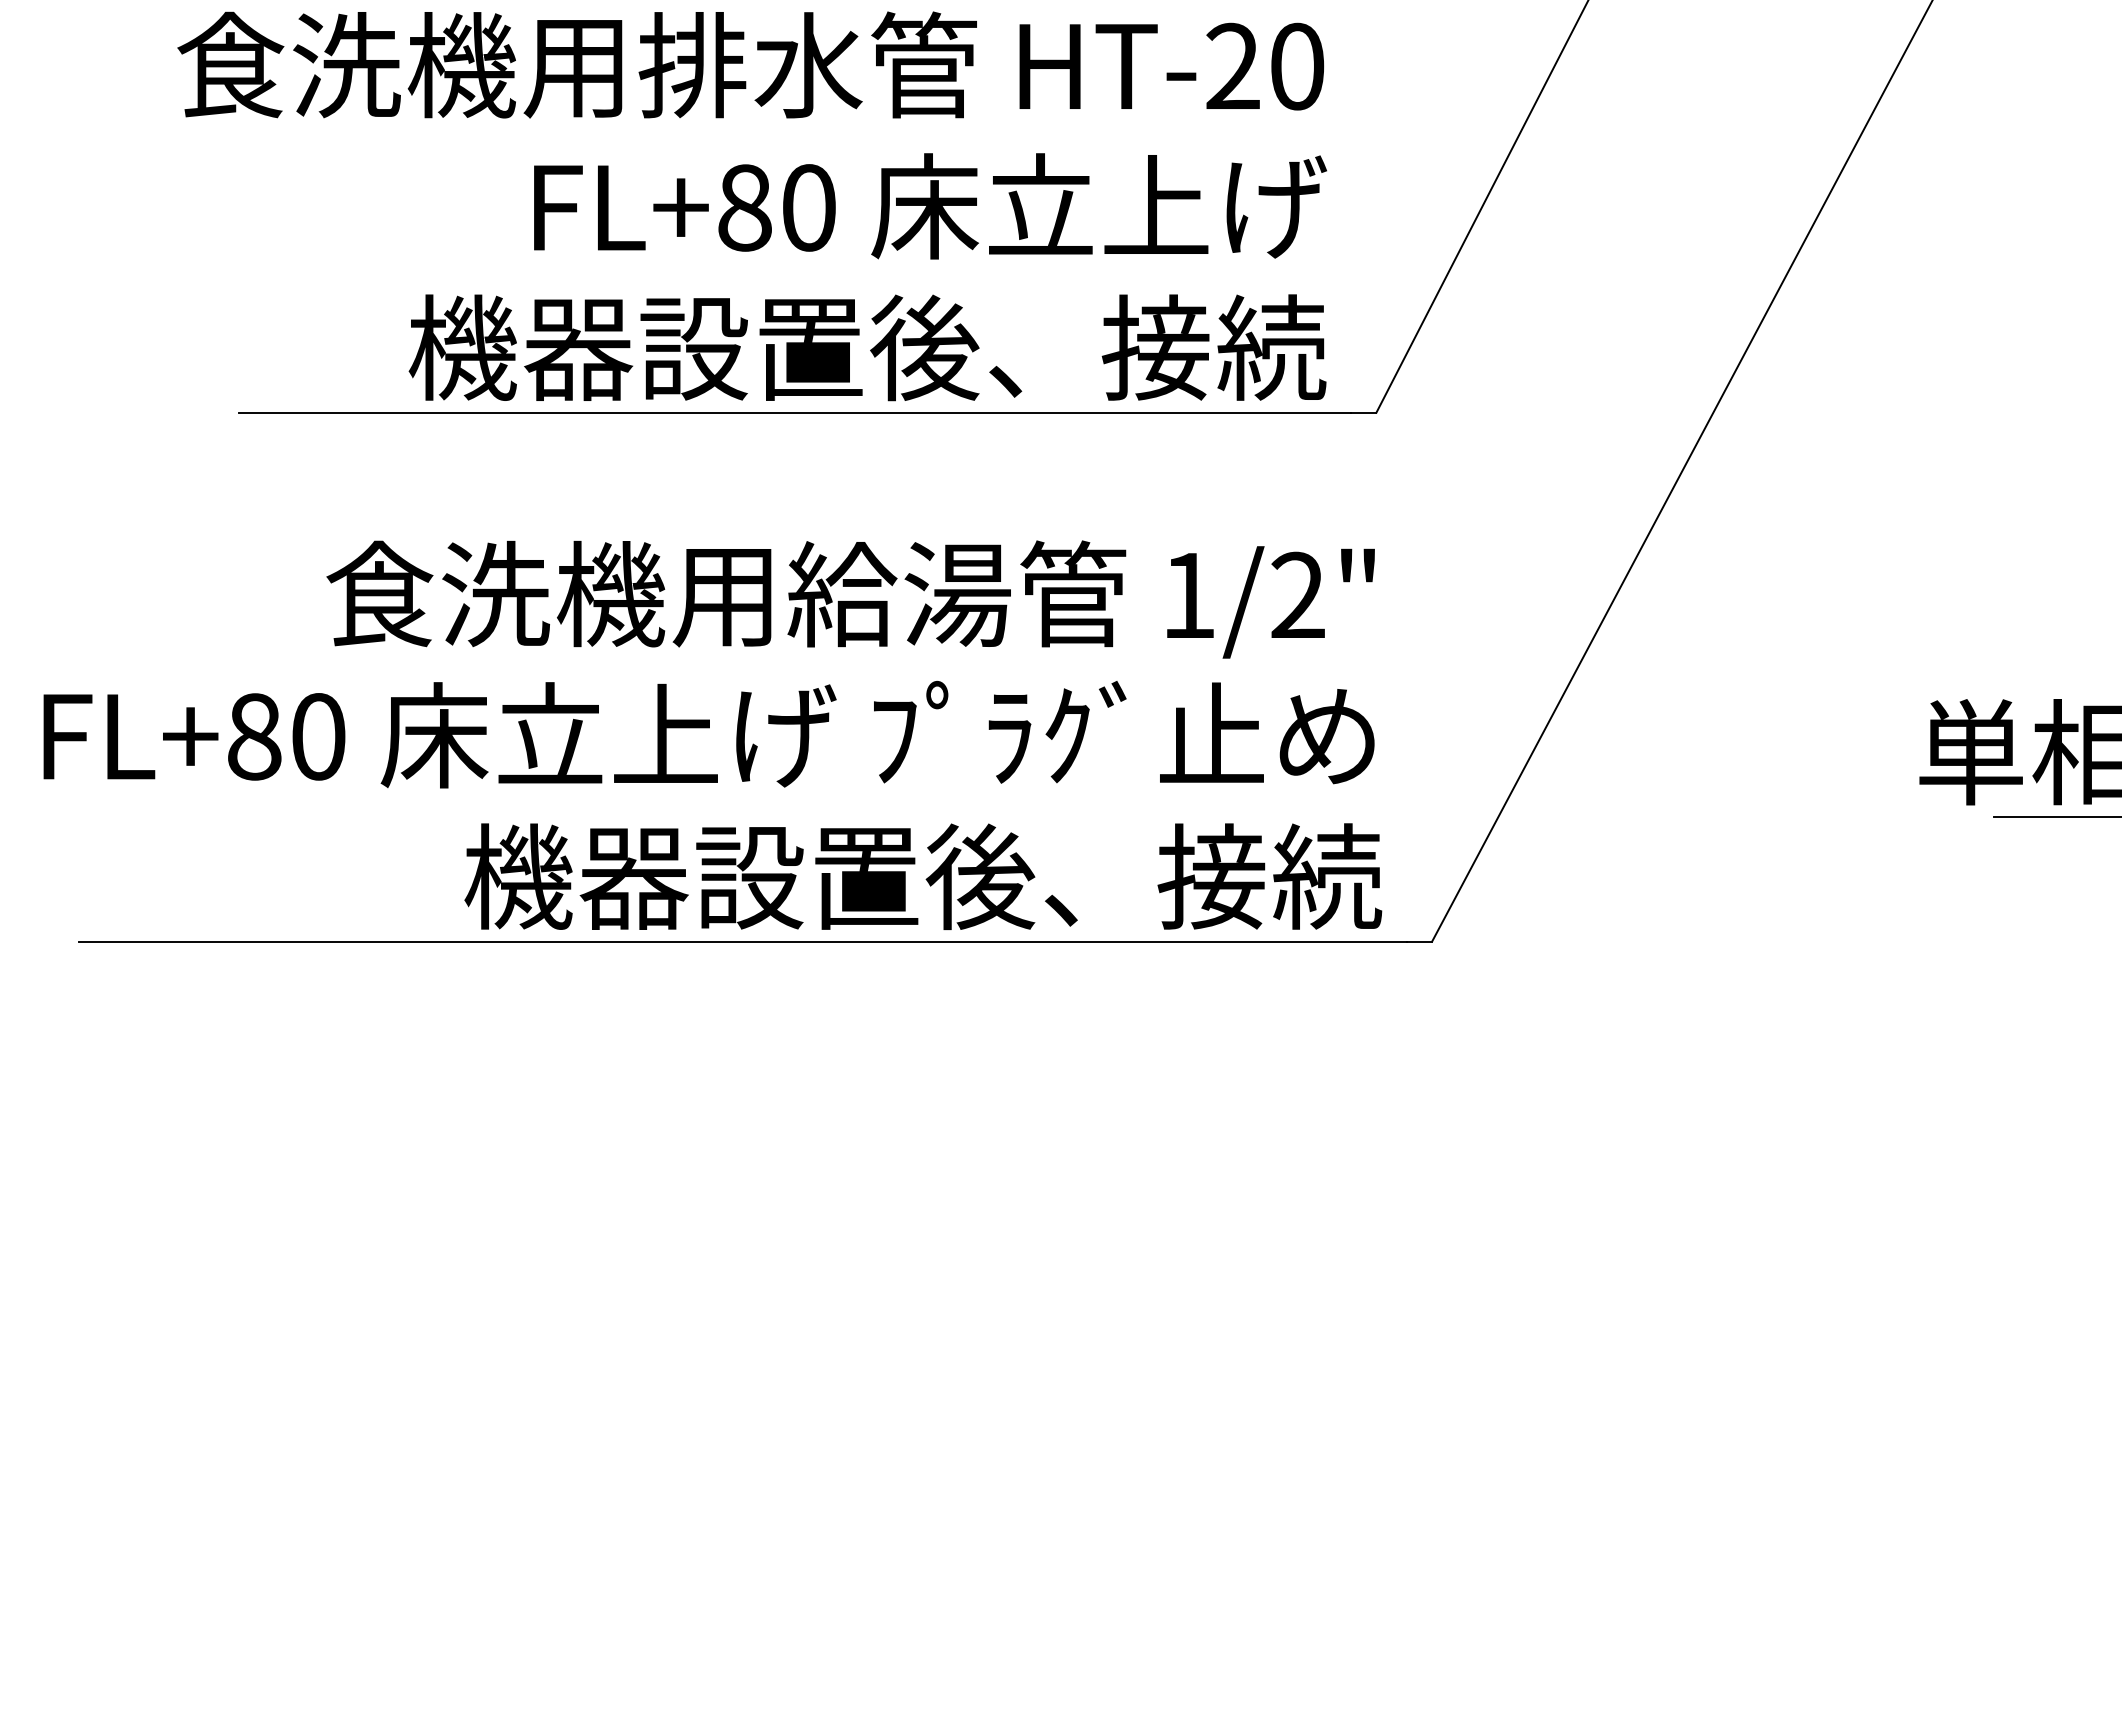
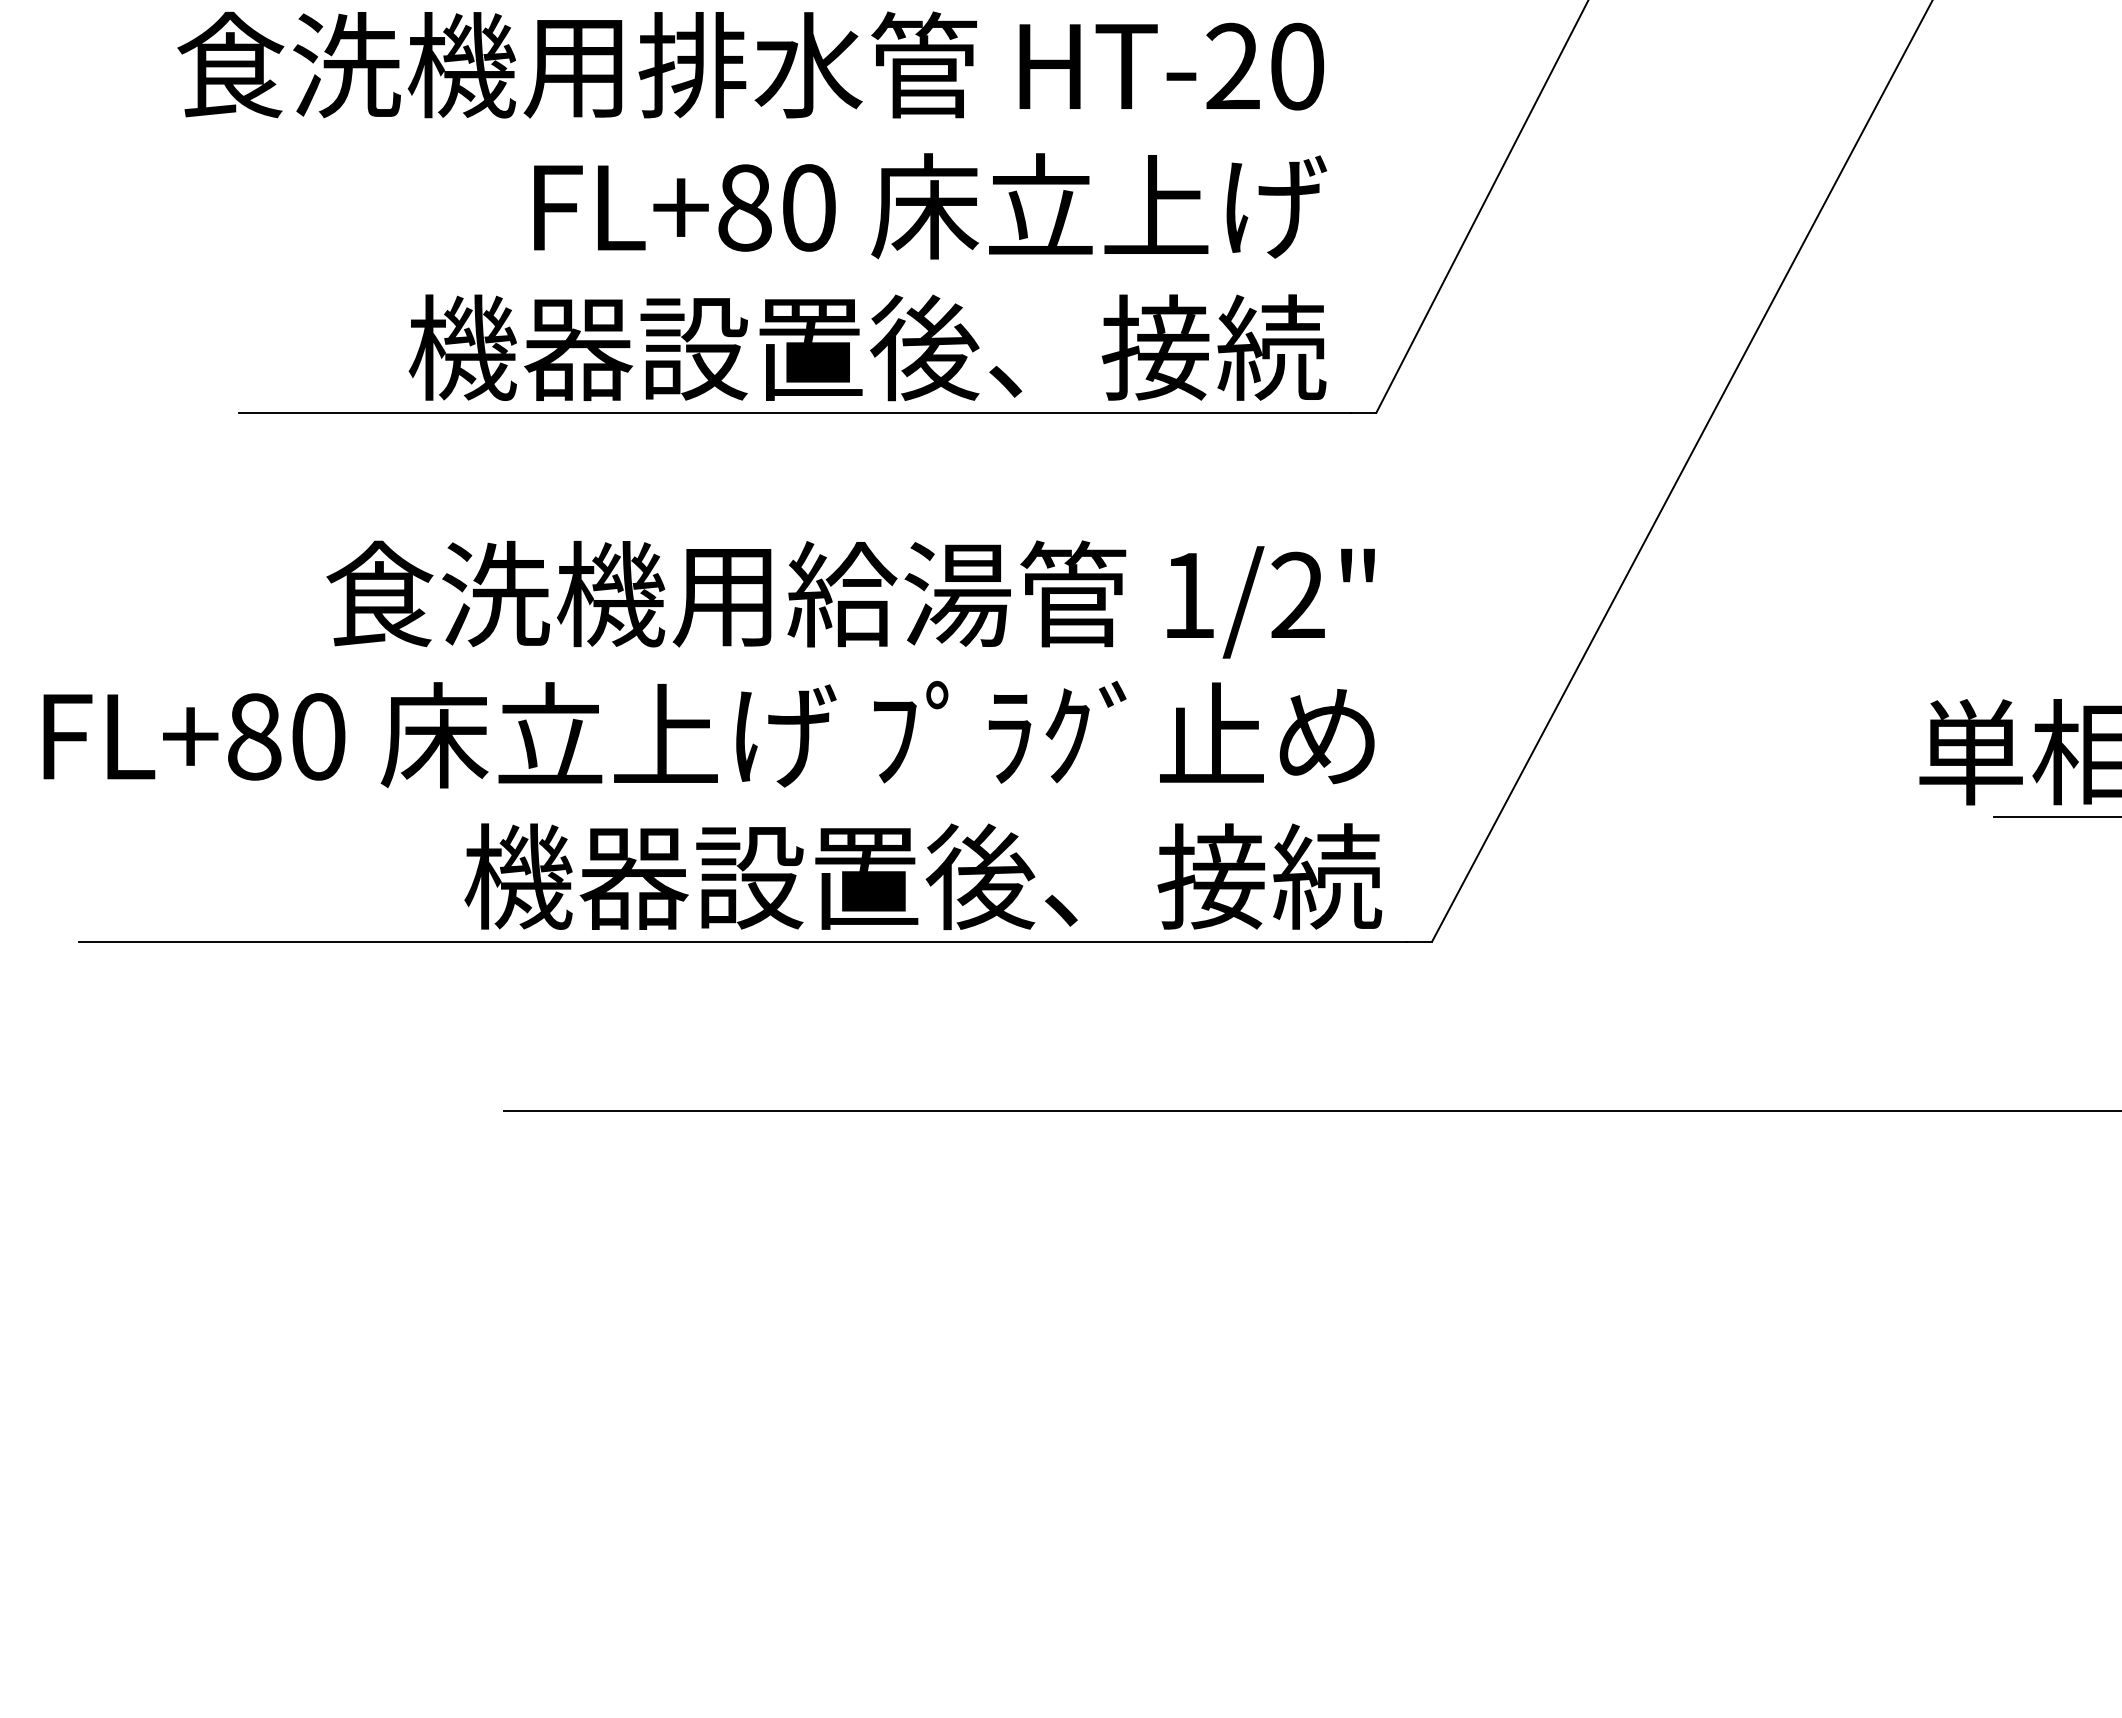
line at (1310, 1110): none -> present
